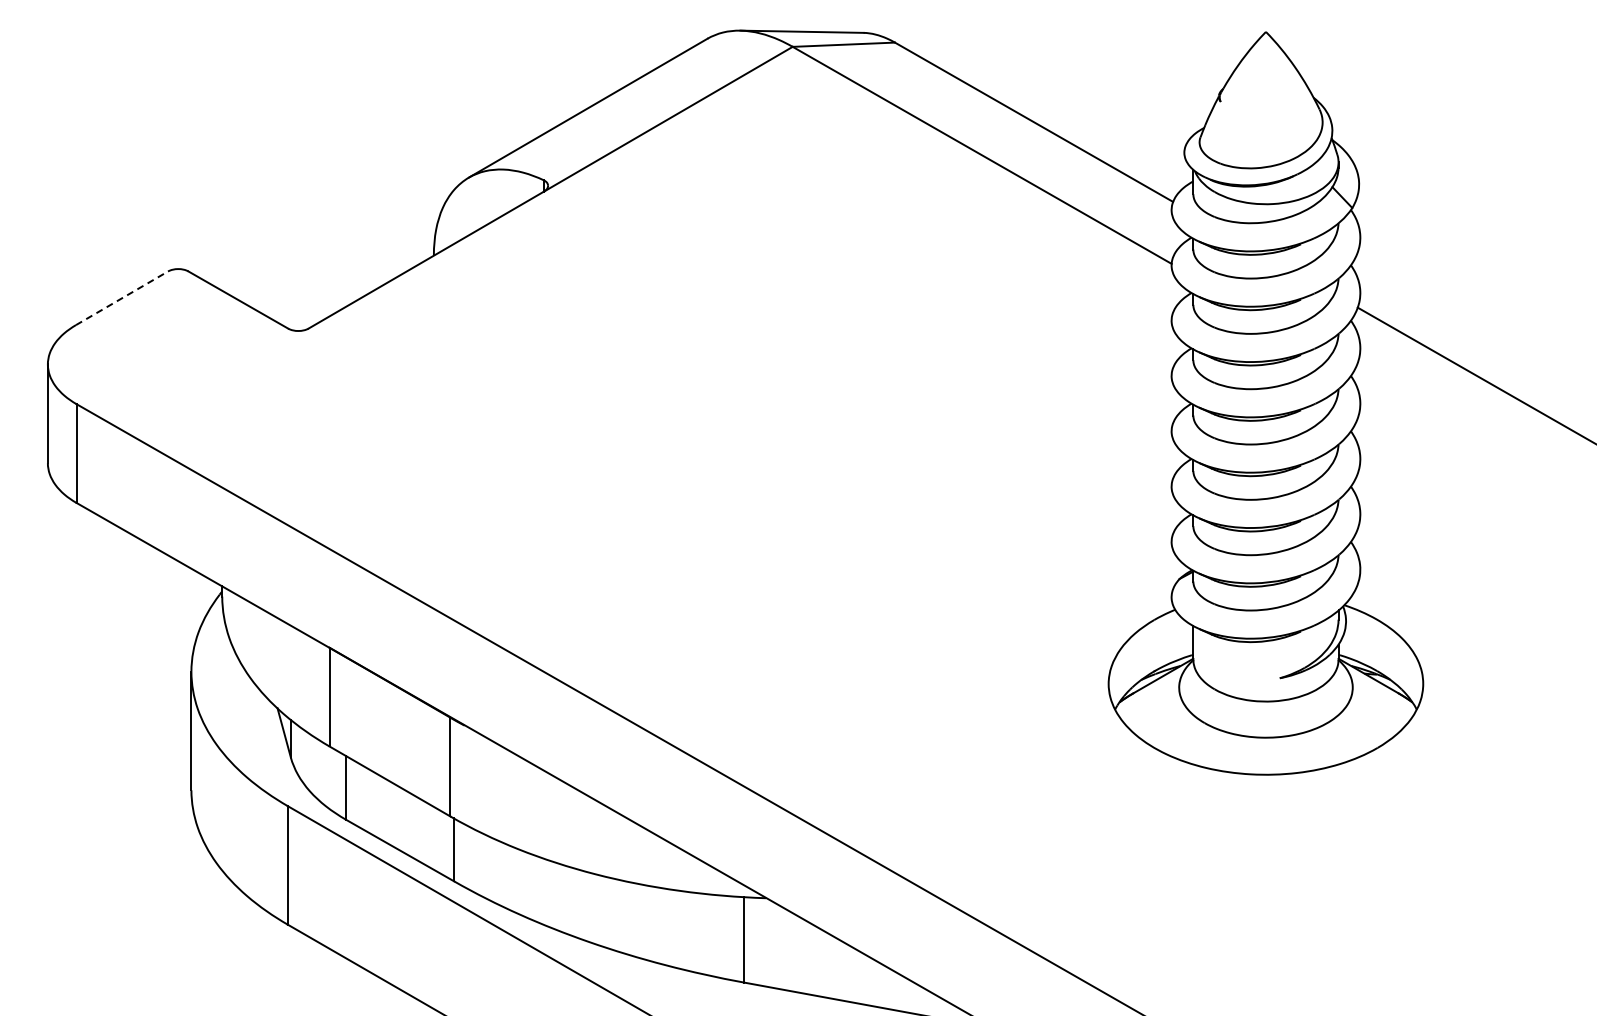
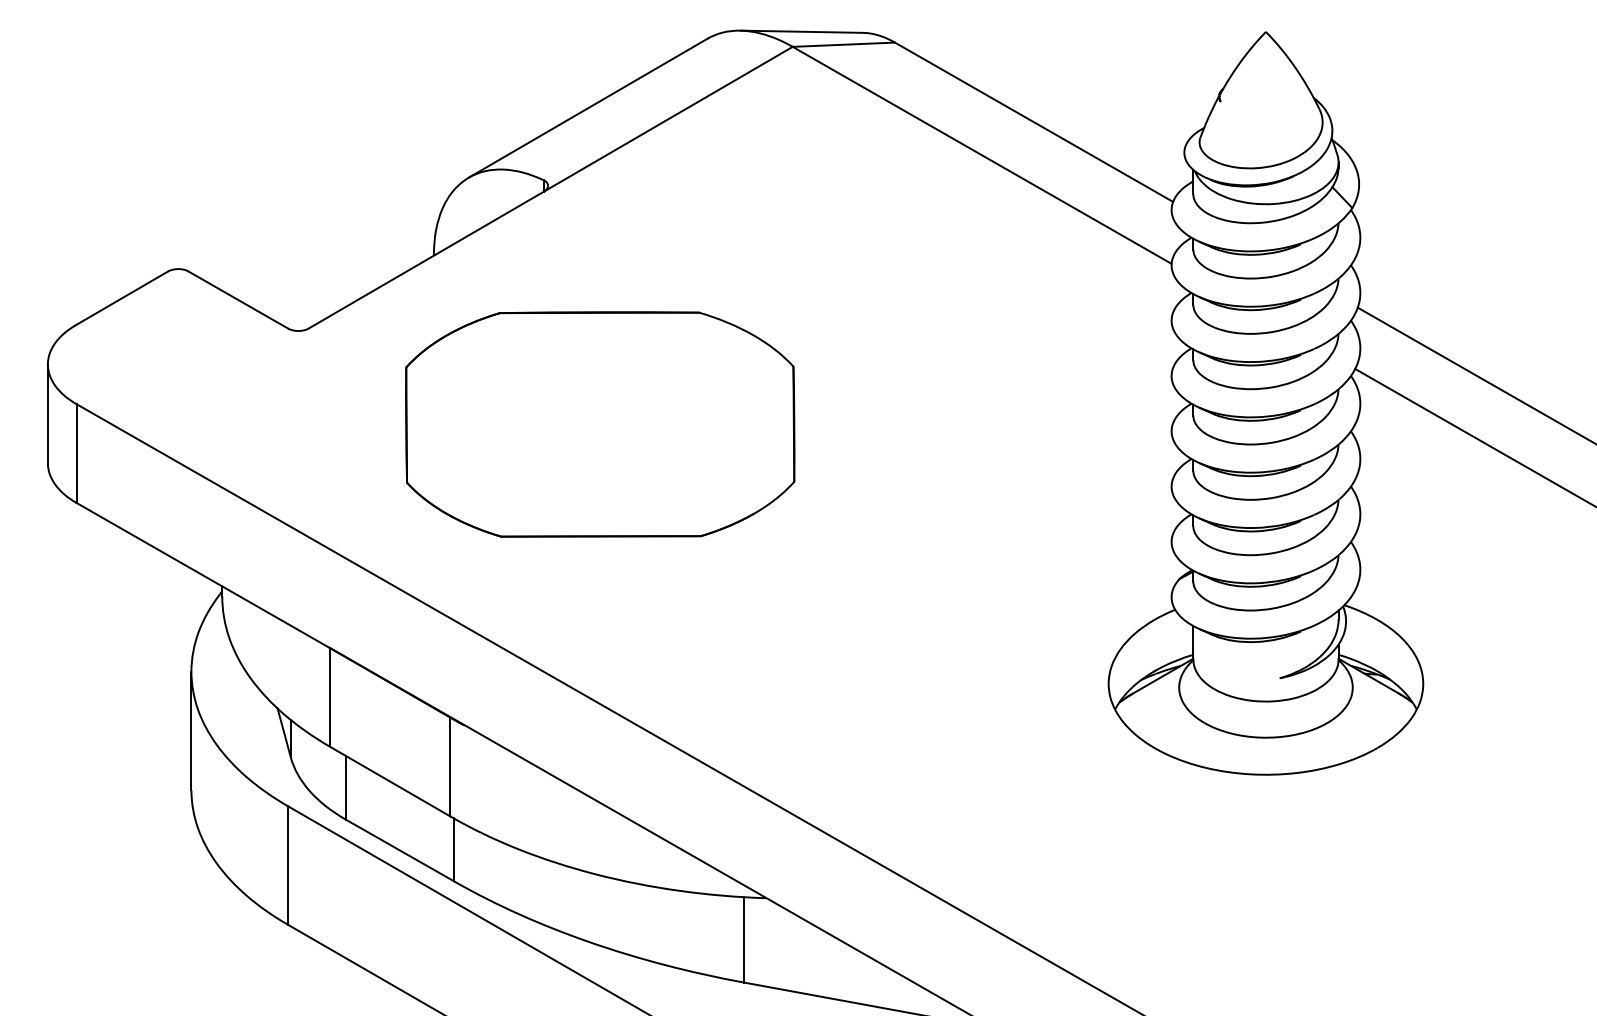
line at (122, 298): dashed -> solid
part at (600, 424): none -> present
line at (1474, 436): none -> present
